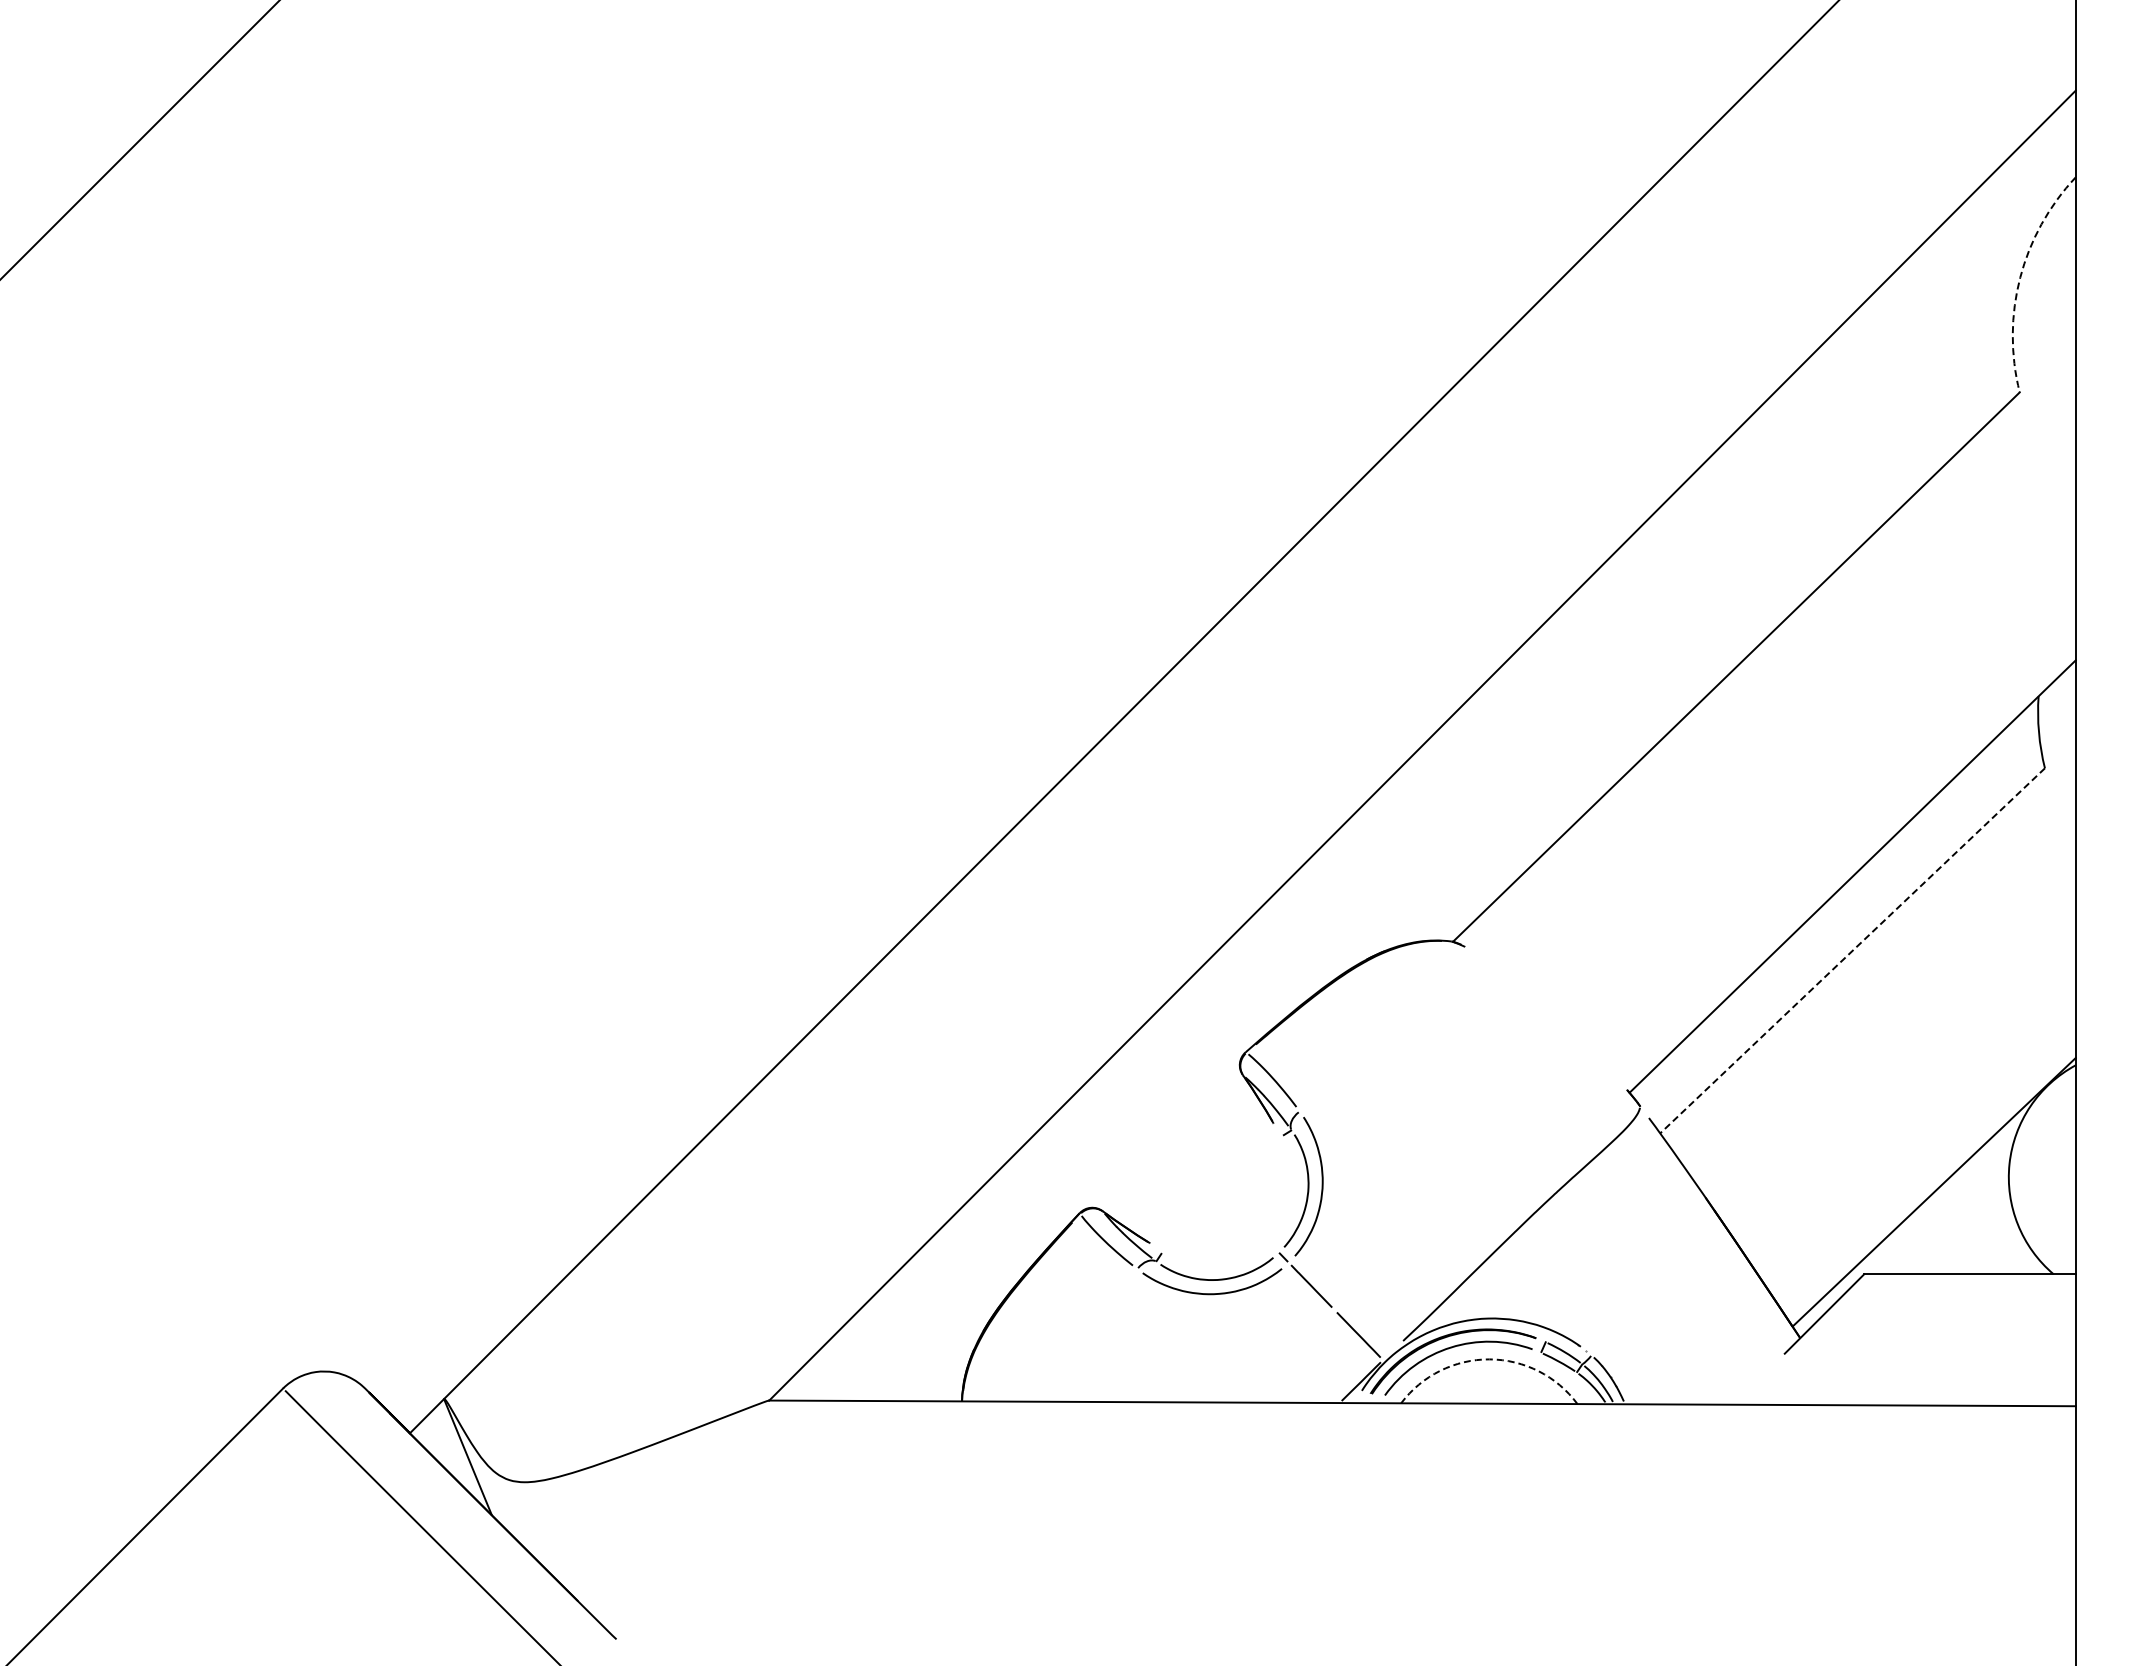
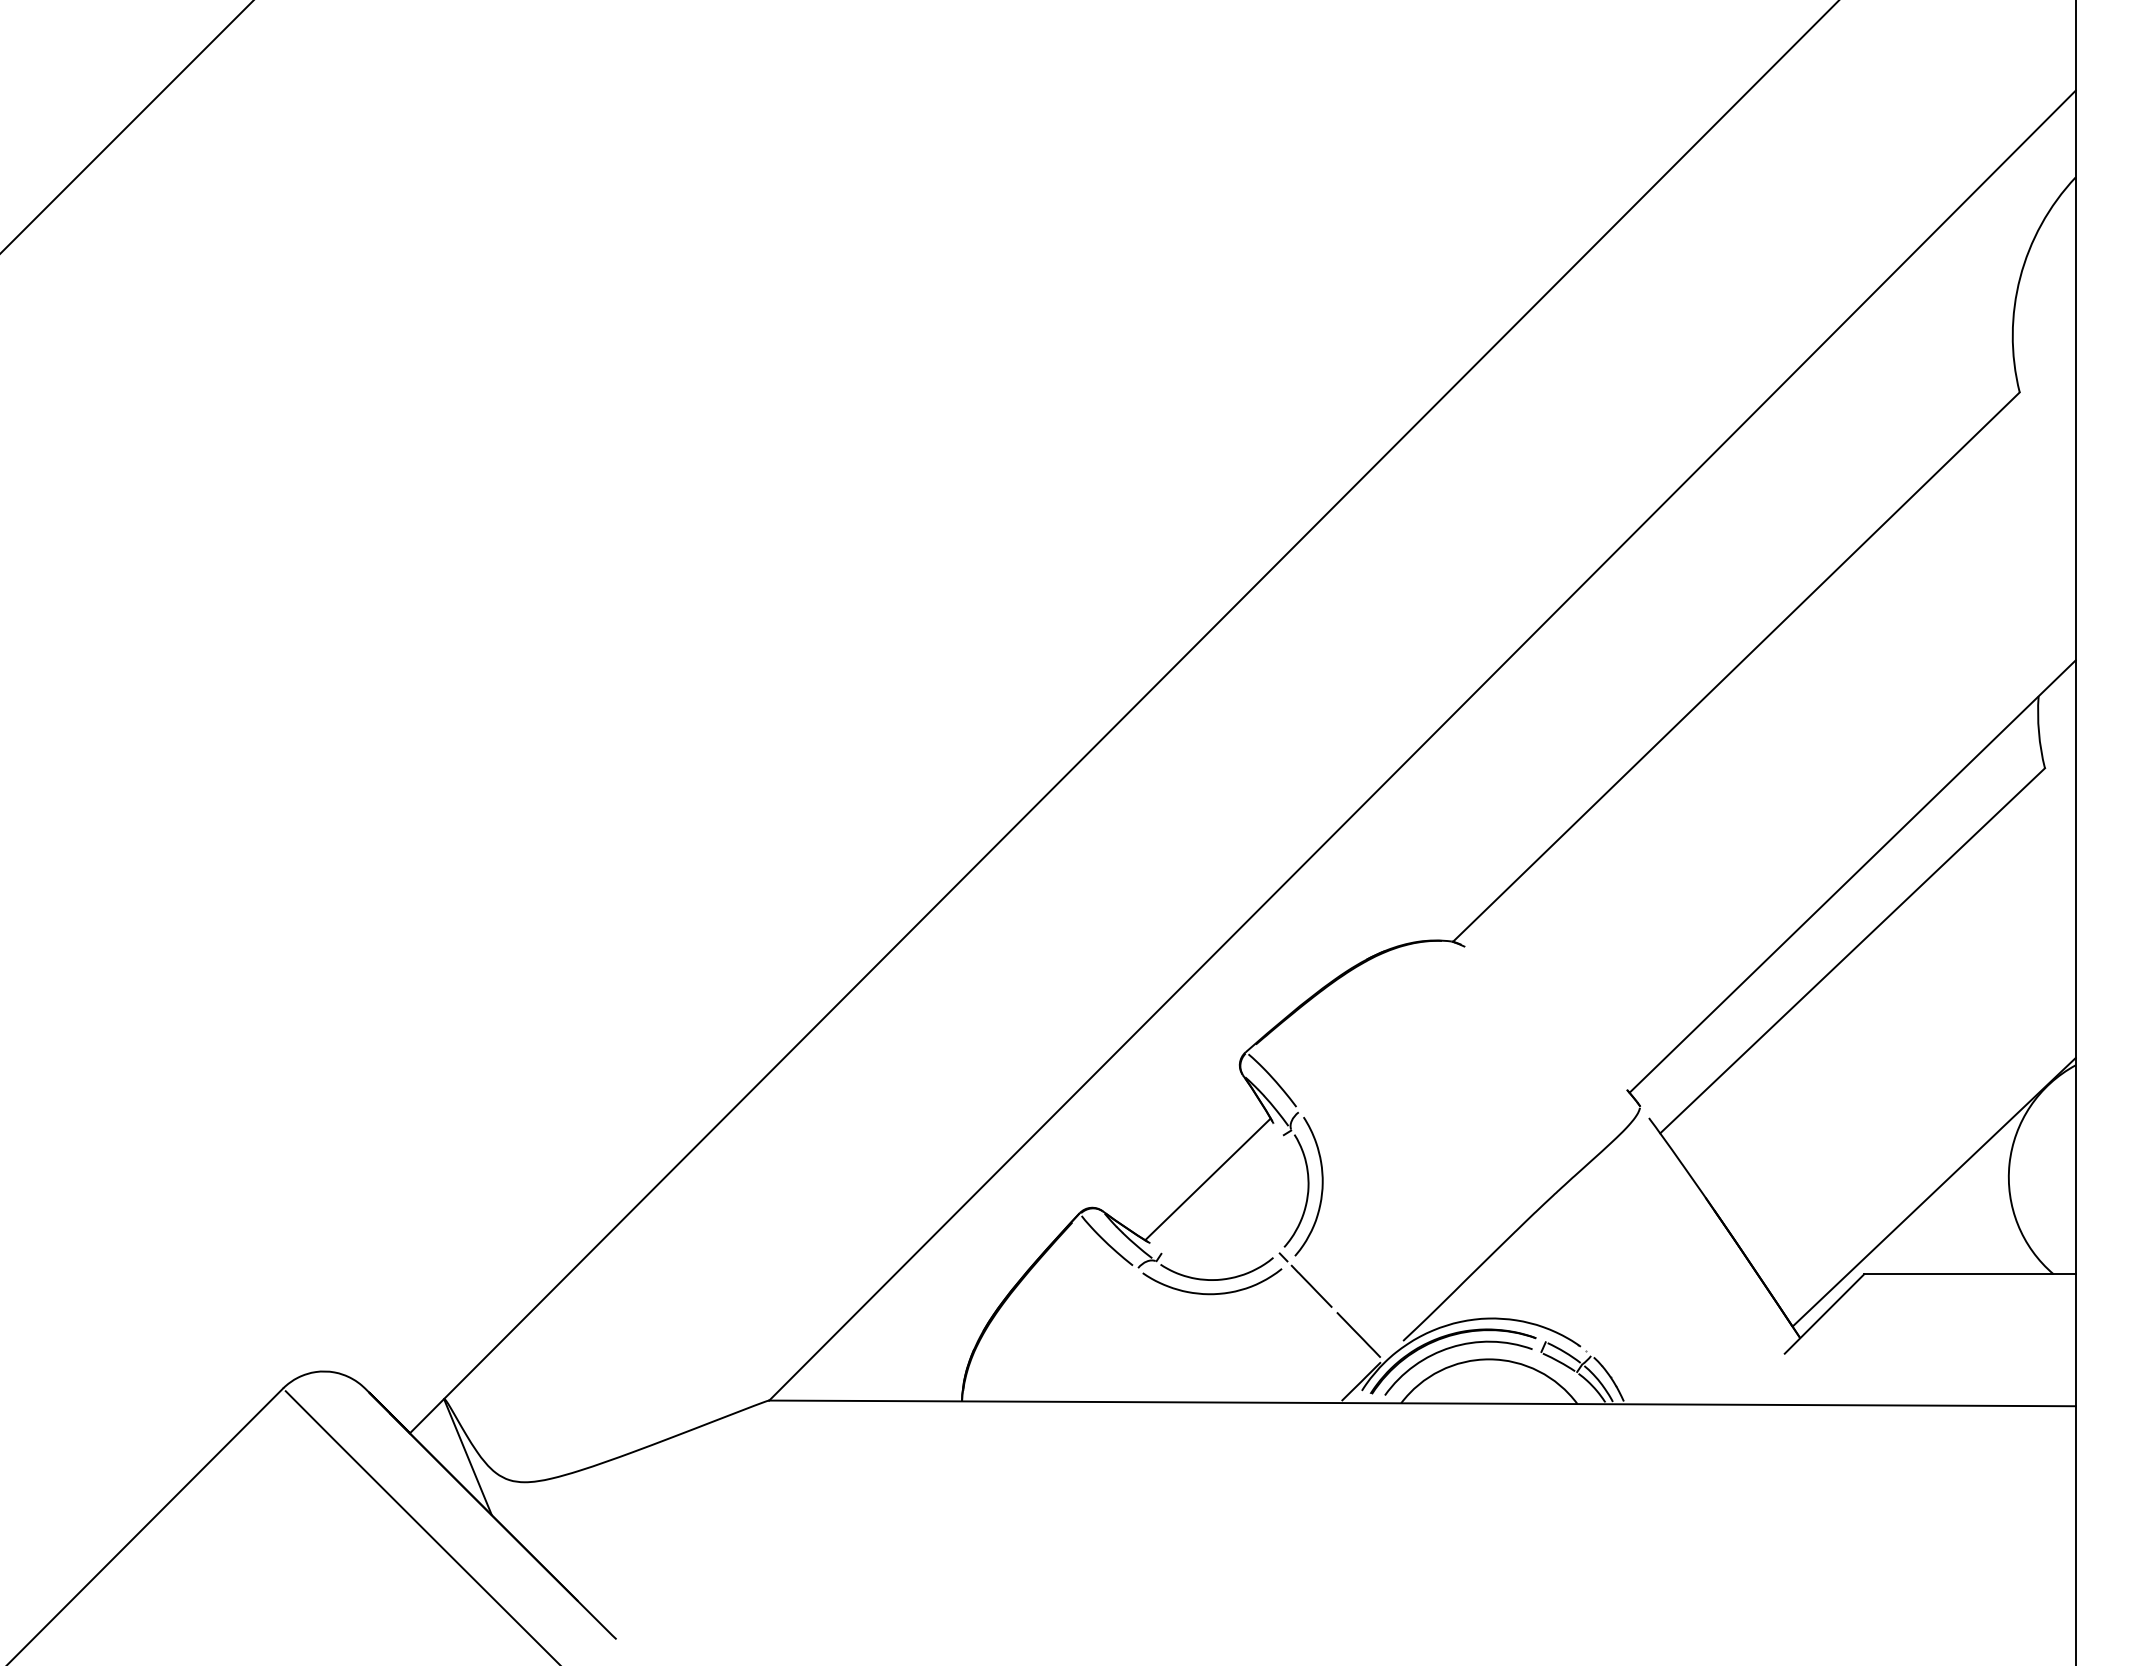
line at (139, 139) position: (139, 139) -> (127, 126)
arc at (2020, 277): dashed -> solid
line at (1852, 951): dashed -> solid
line at (1207, 1179): none -> present
arc at (1489, 1359): dashed -> solid
